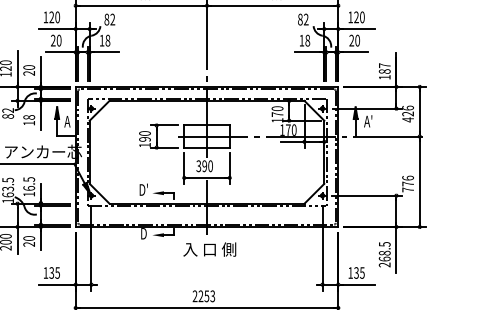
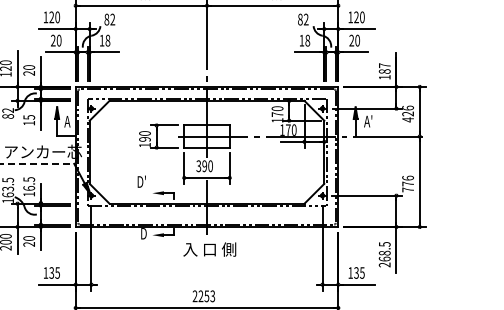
text at (28, 117): 18 -> 15
line at (37, 163): solid -> dashed
text at (143, 189) position: (143, 189) -> (141, 181)
